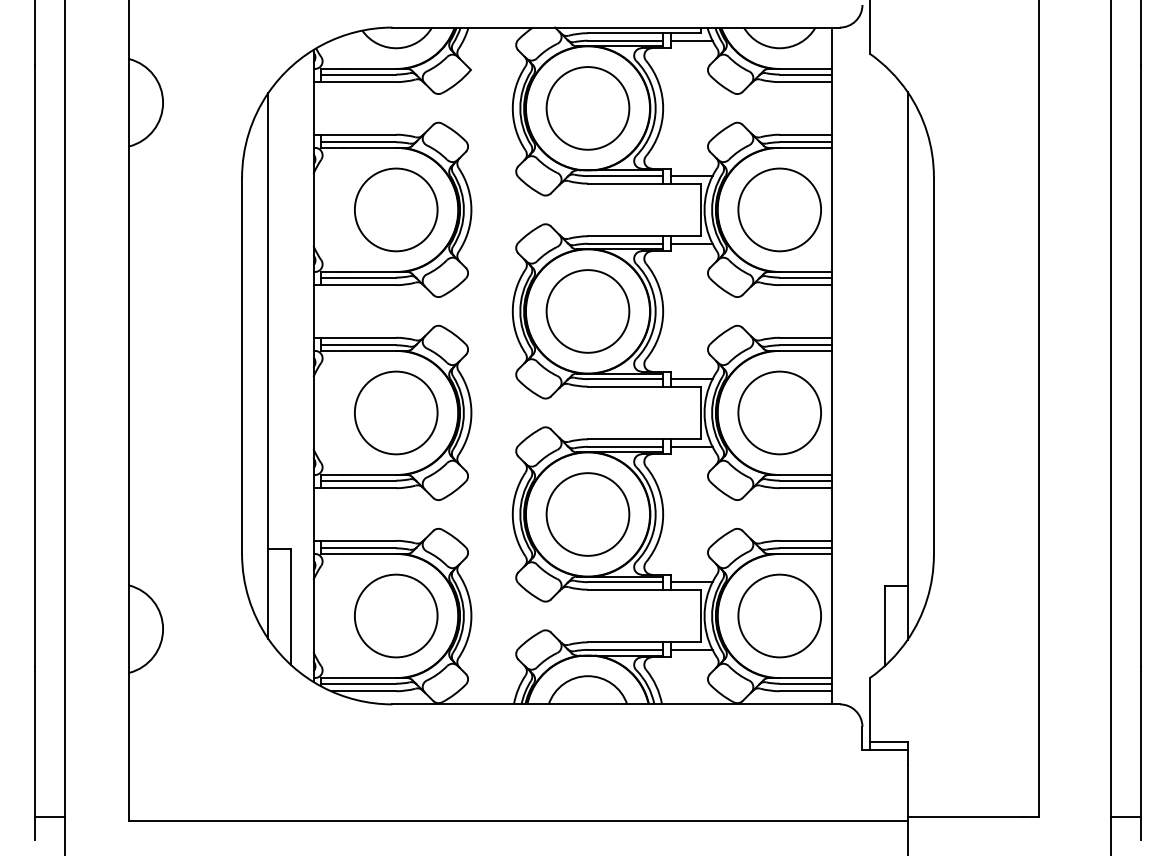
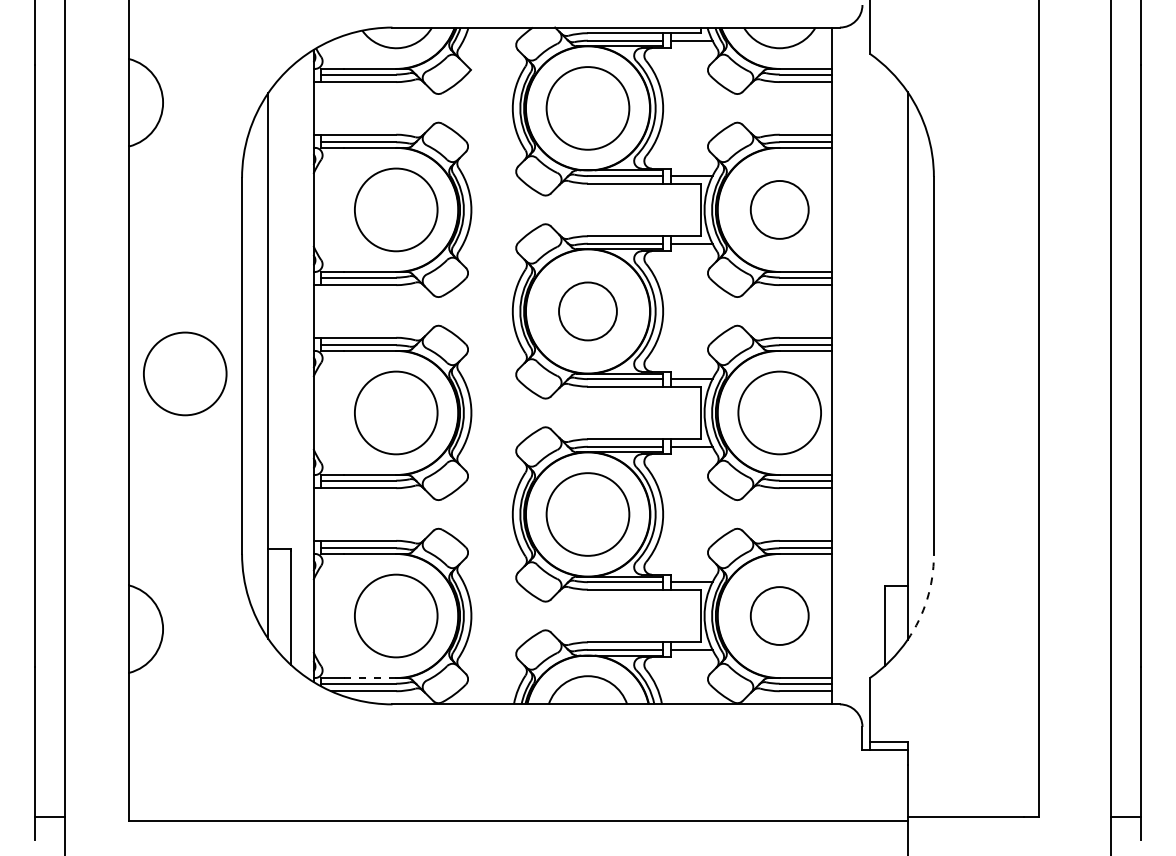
circle at (779, 209) diameter: 83 px -> 58 px
circle at (587, 311) diameter: 83 px -> 58 px
circle at (185, 373): none -> present
arc at (927, 599): solid -> dashed
circle at (779, 615) diameter: 83 px -> 58 px
line at (369, 678): solid -> dashed
